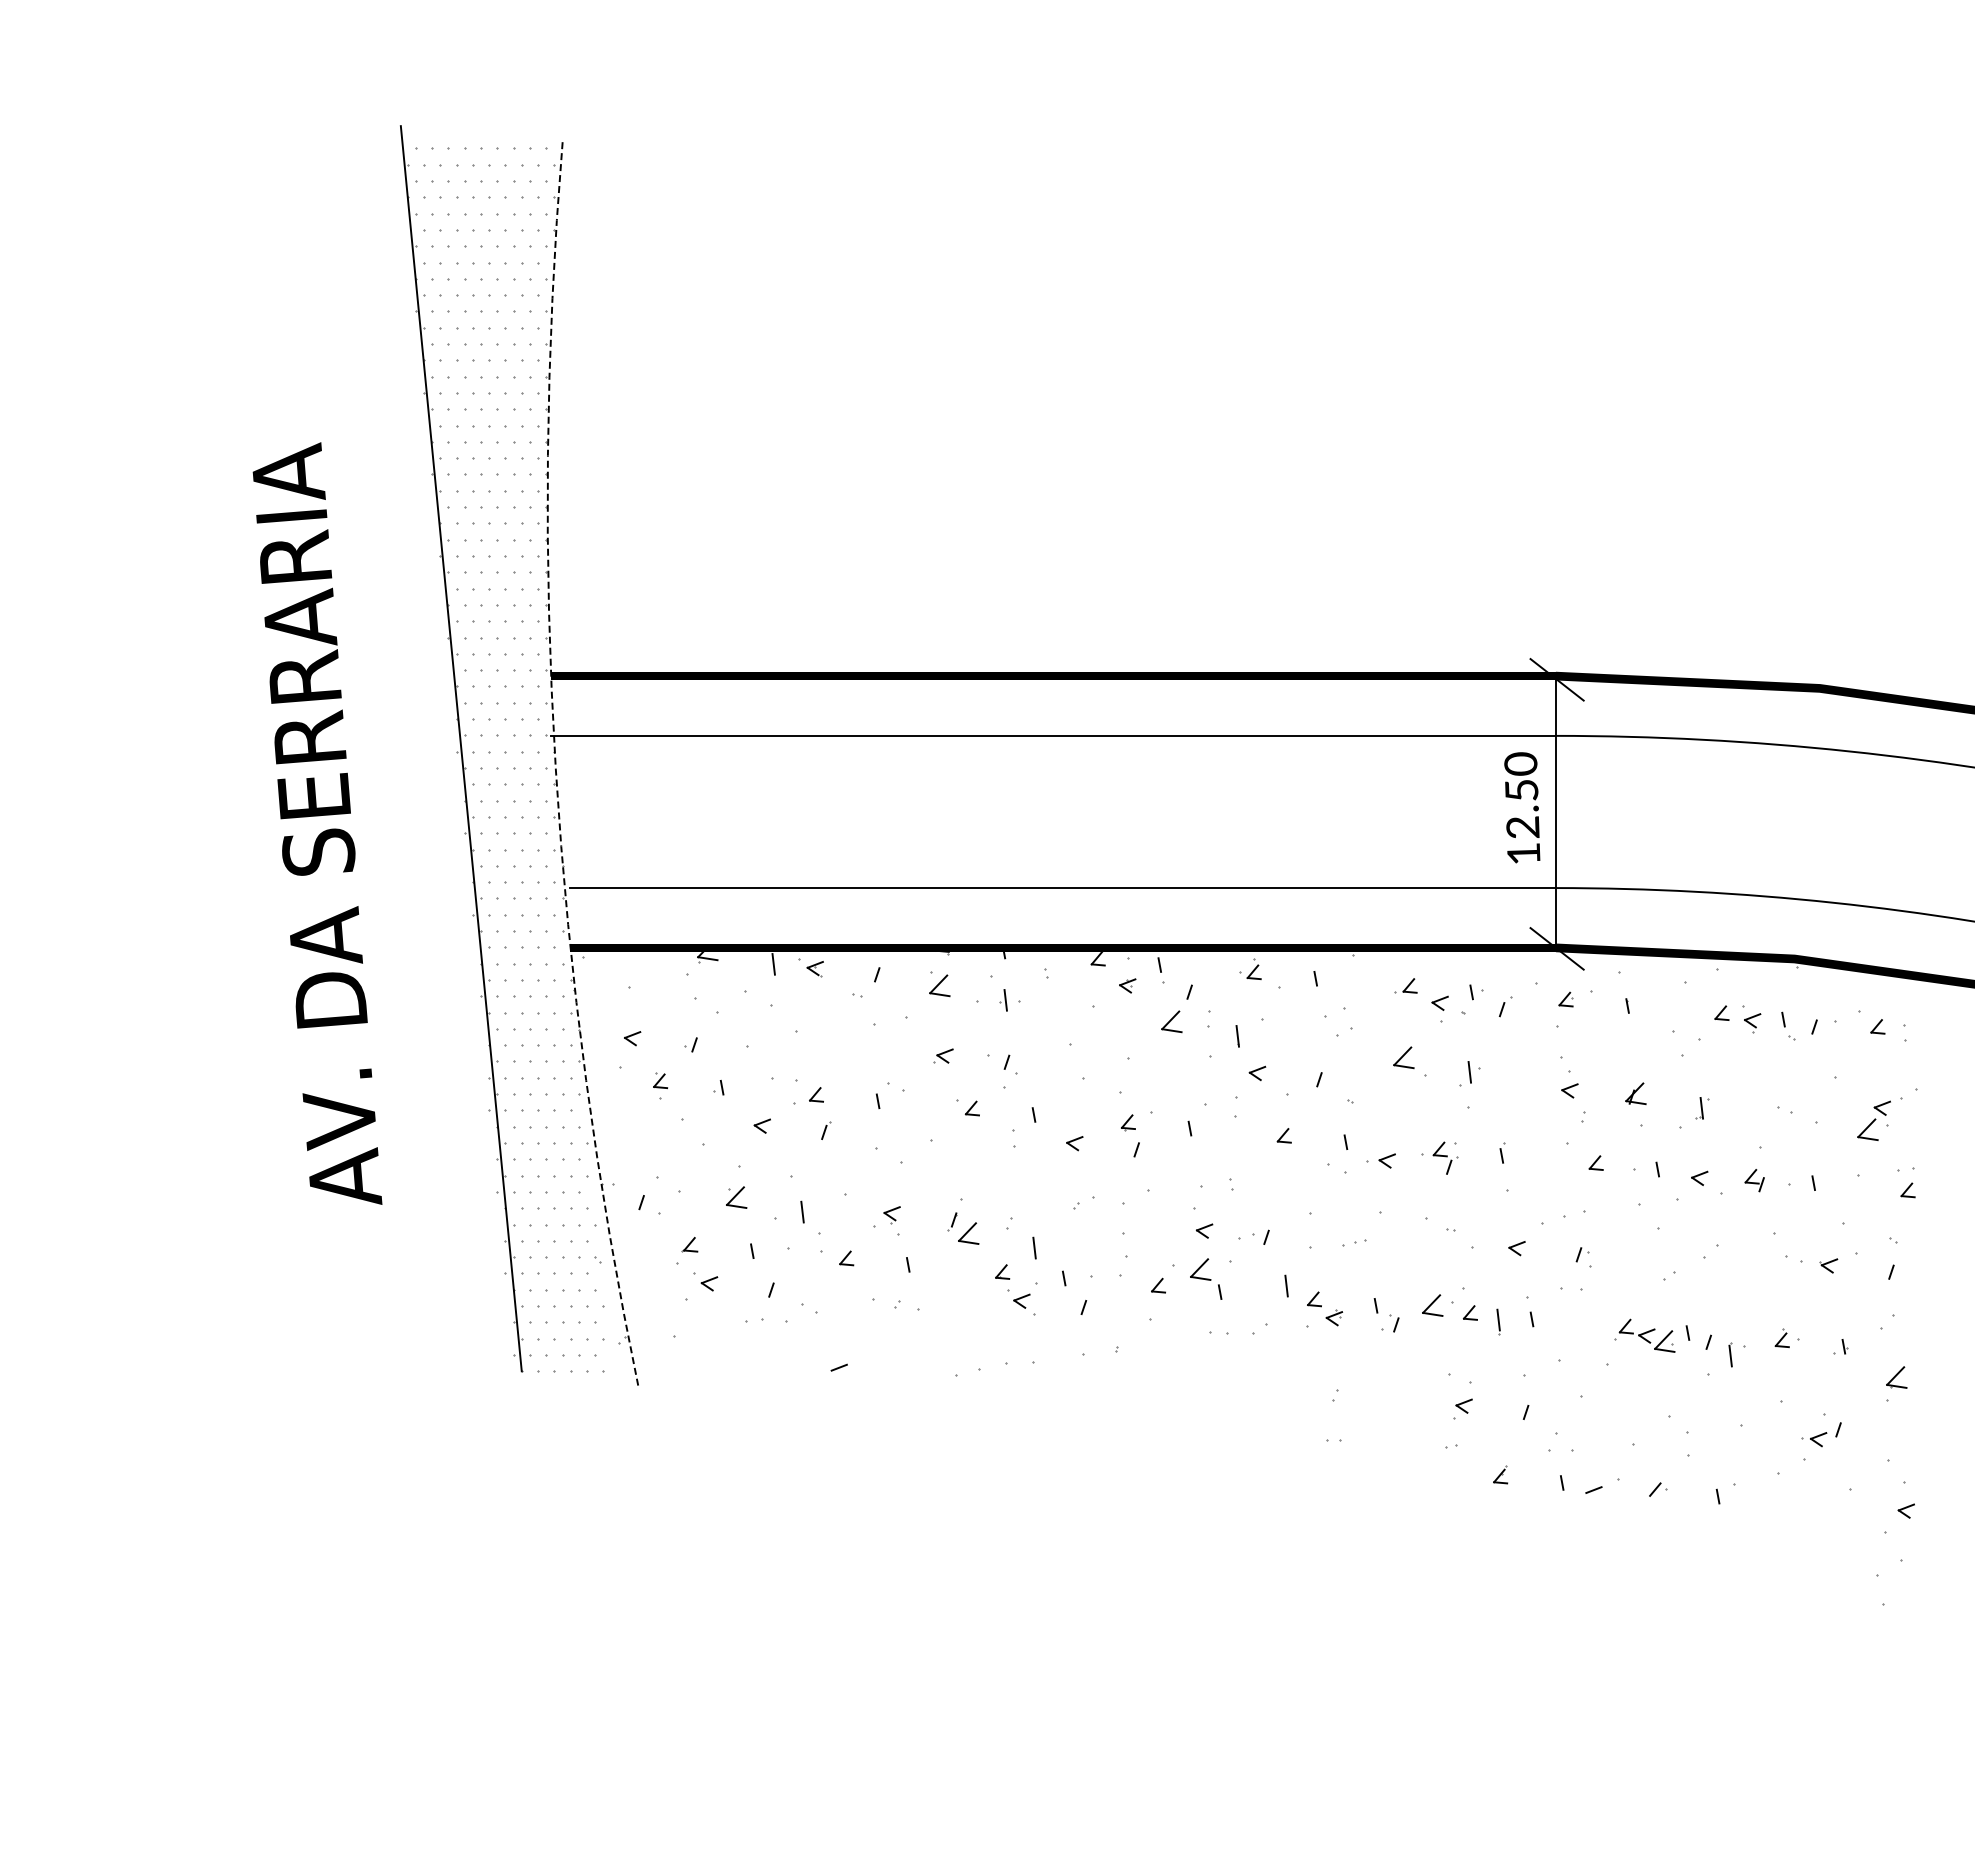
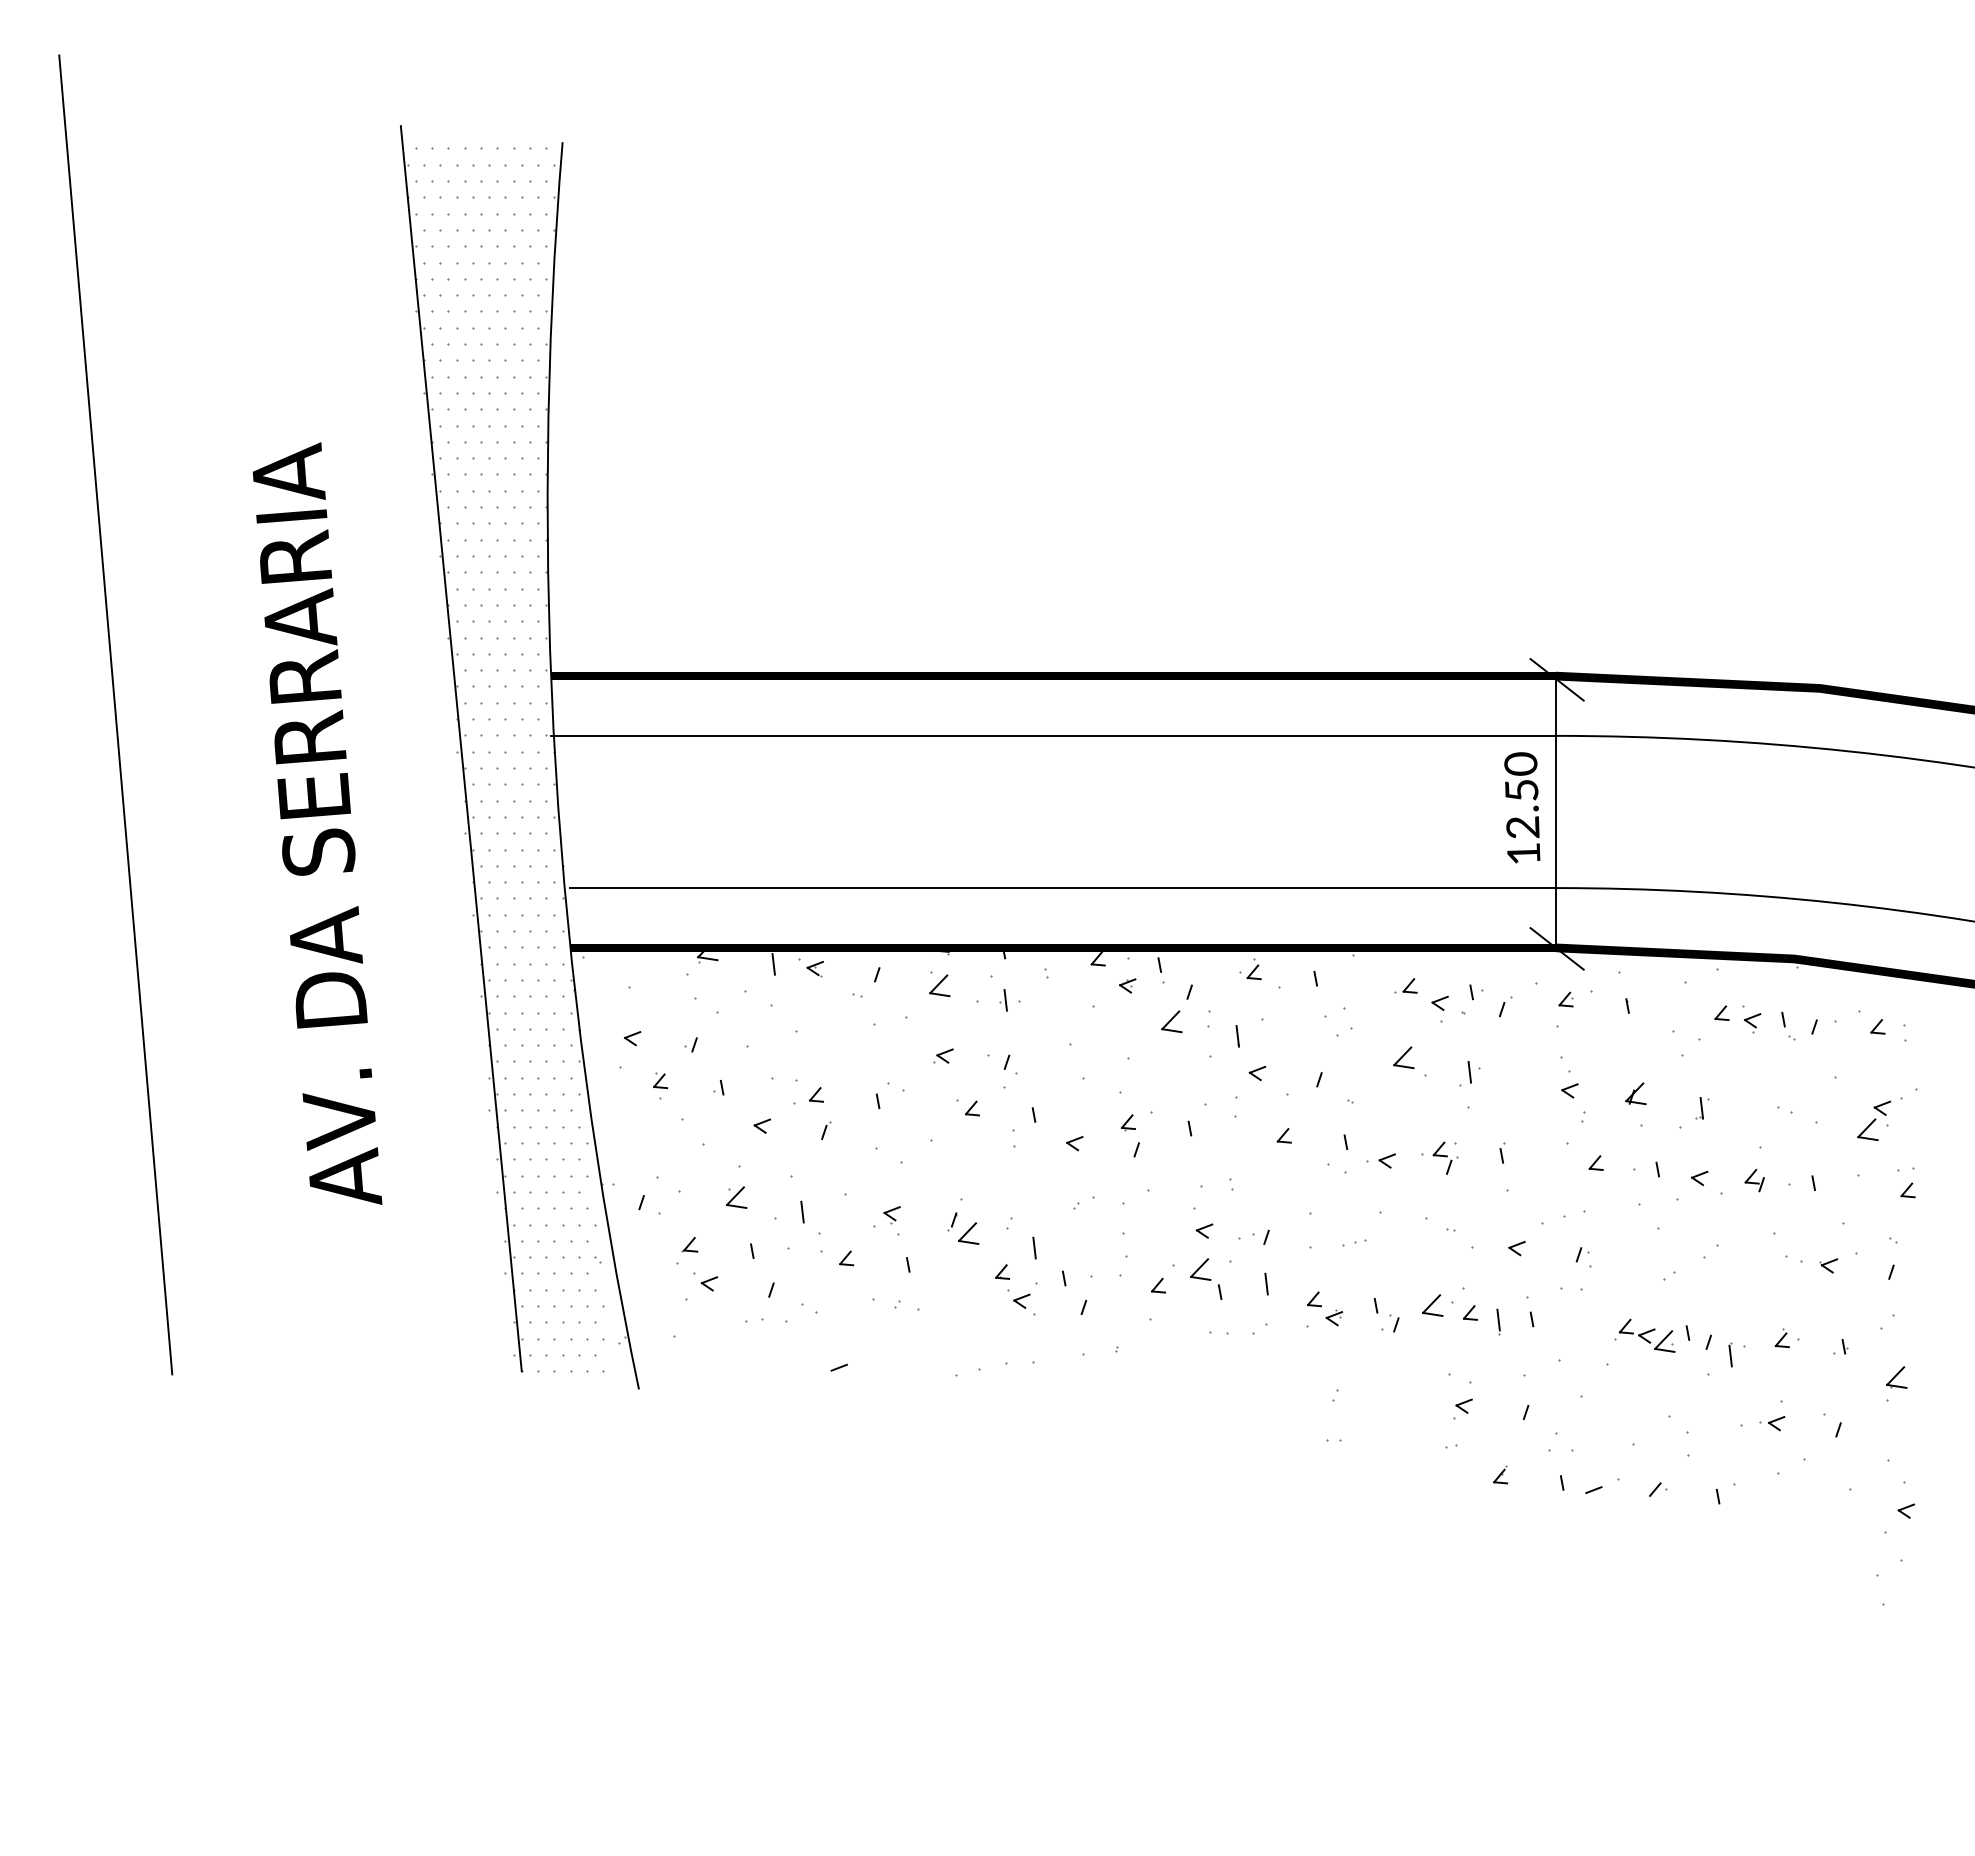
line at (115, 714): none -> present
arc at (555, 768): dashed -> solid
line at (1286, 1285) position: (1286, 1285) -> (1266, 1283)
part at (1814, 1439) position: (1814, 1439) -> (1772, 1423)
